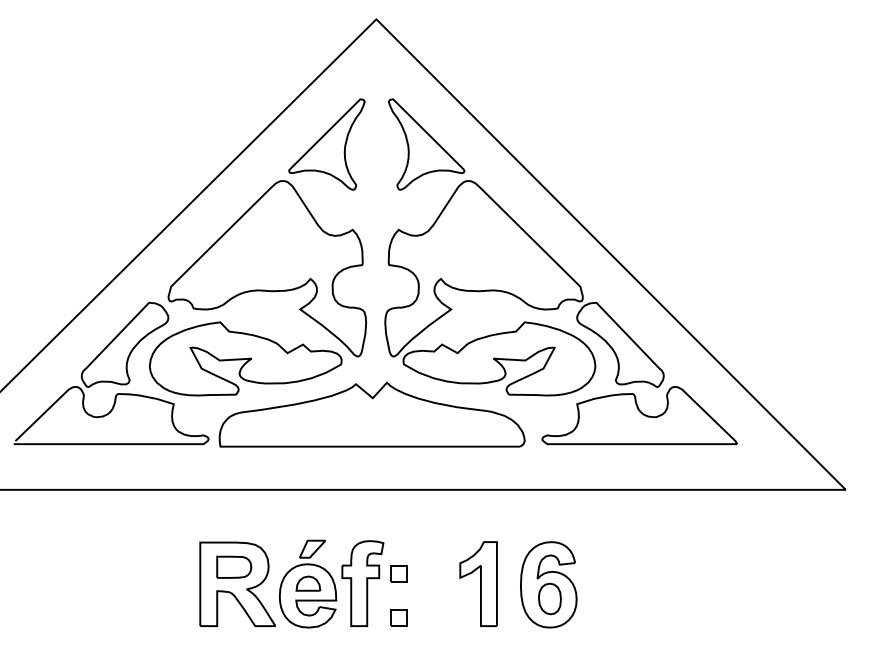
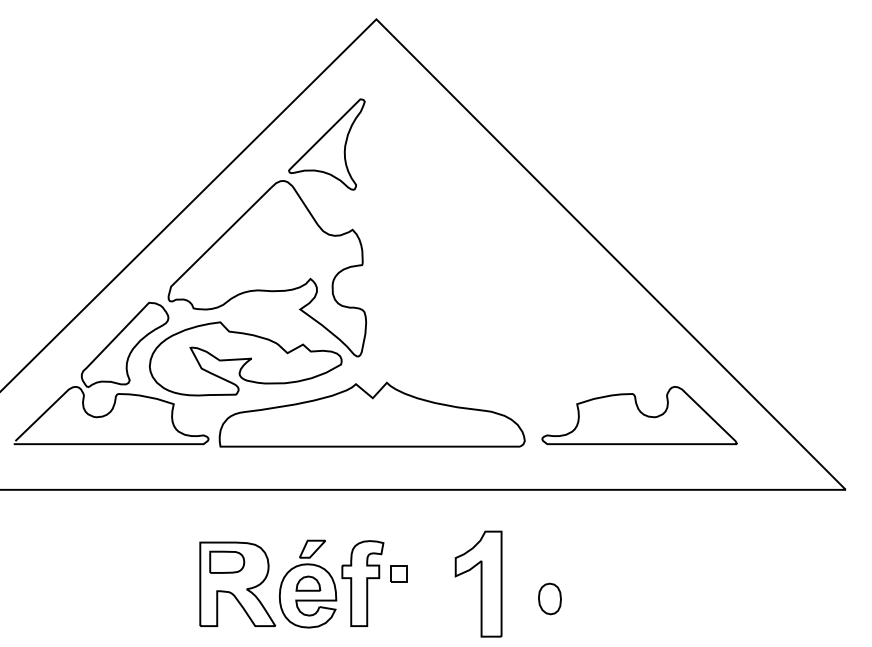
part at (524, 247): present -> none
part at (234, 566) position: (234, 566) -> (227, 561)
part at (478, 583) size: 39x86 px -> 49x108 px
part at (548, 584): present -> none
part at (398, 617): present -> none
